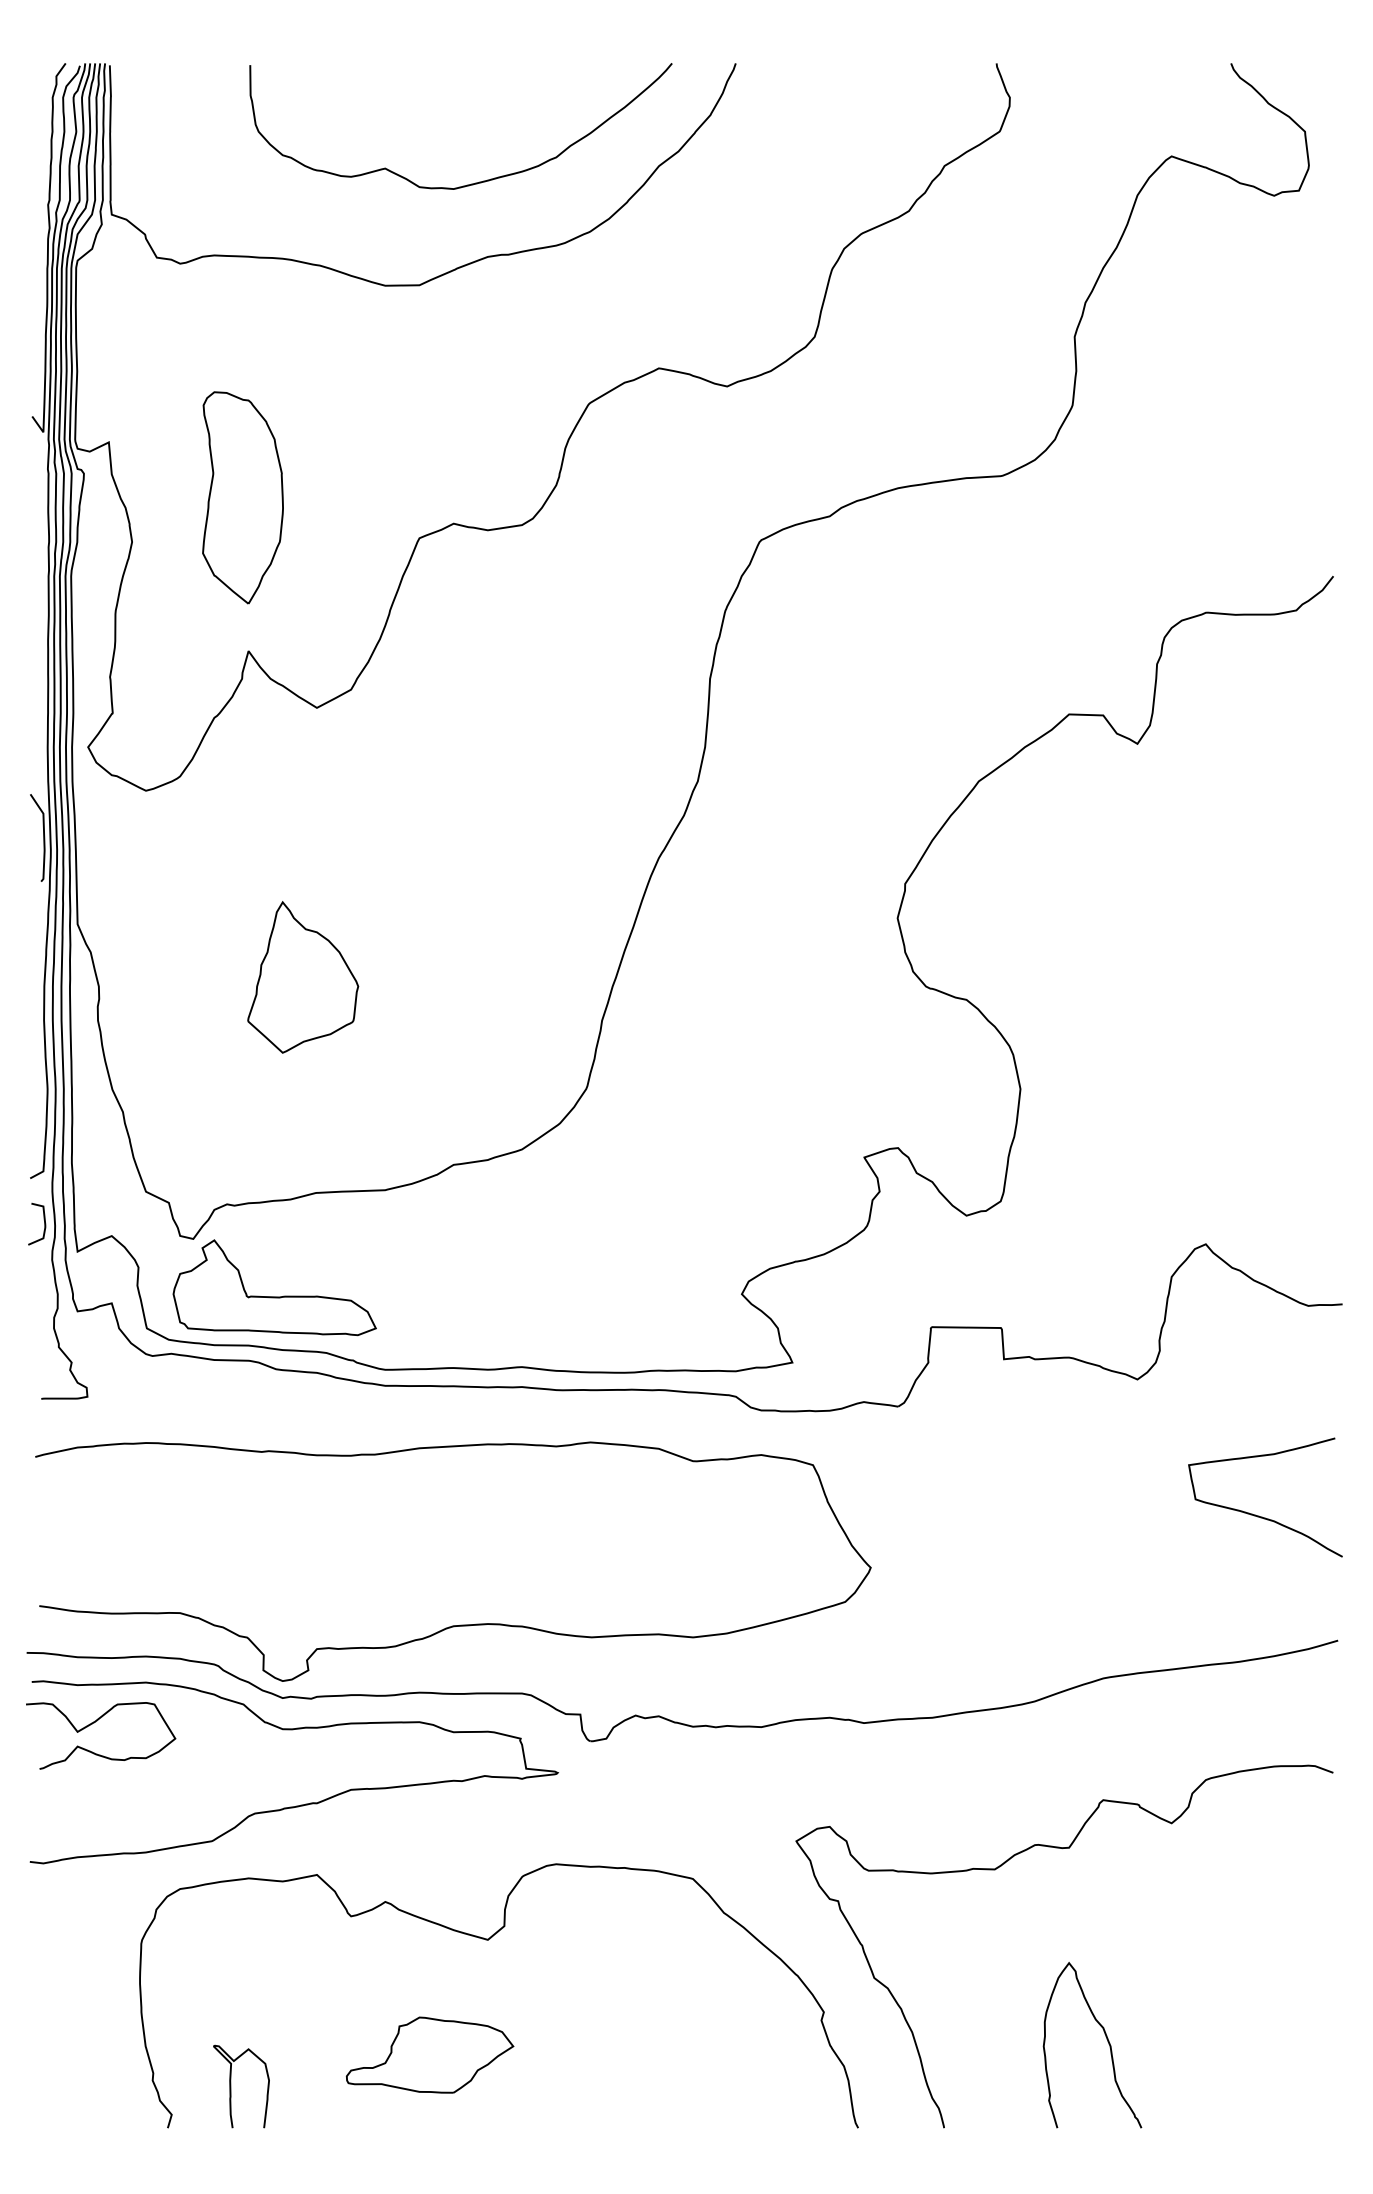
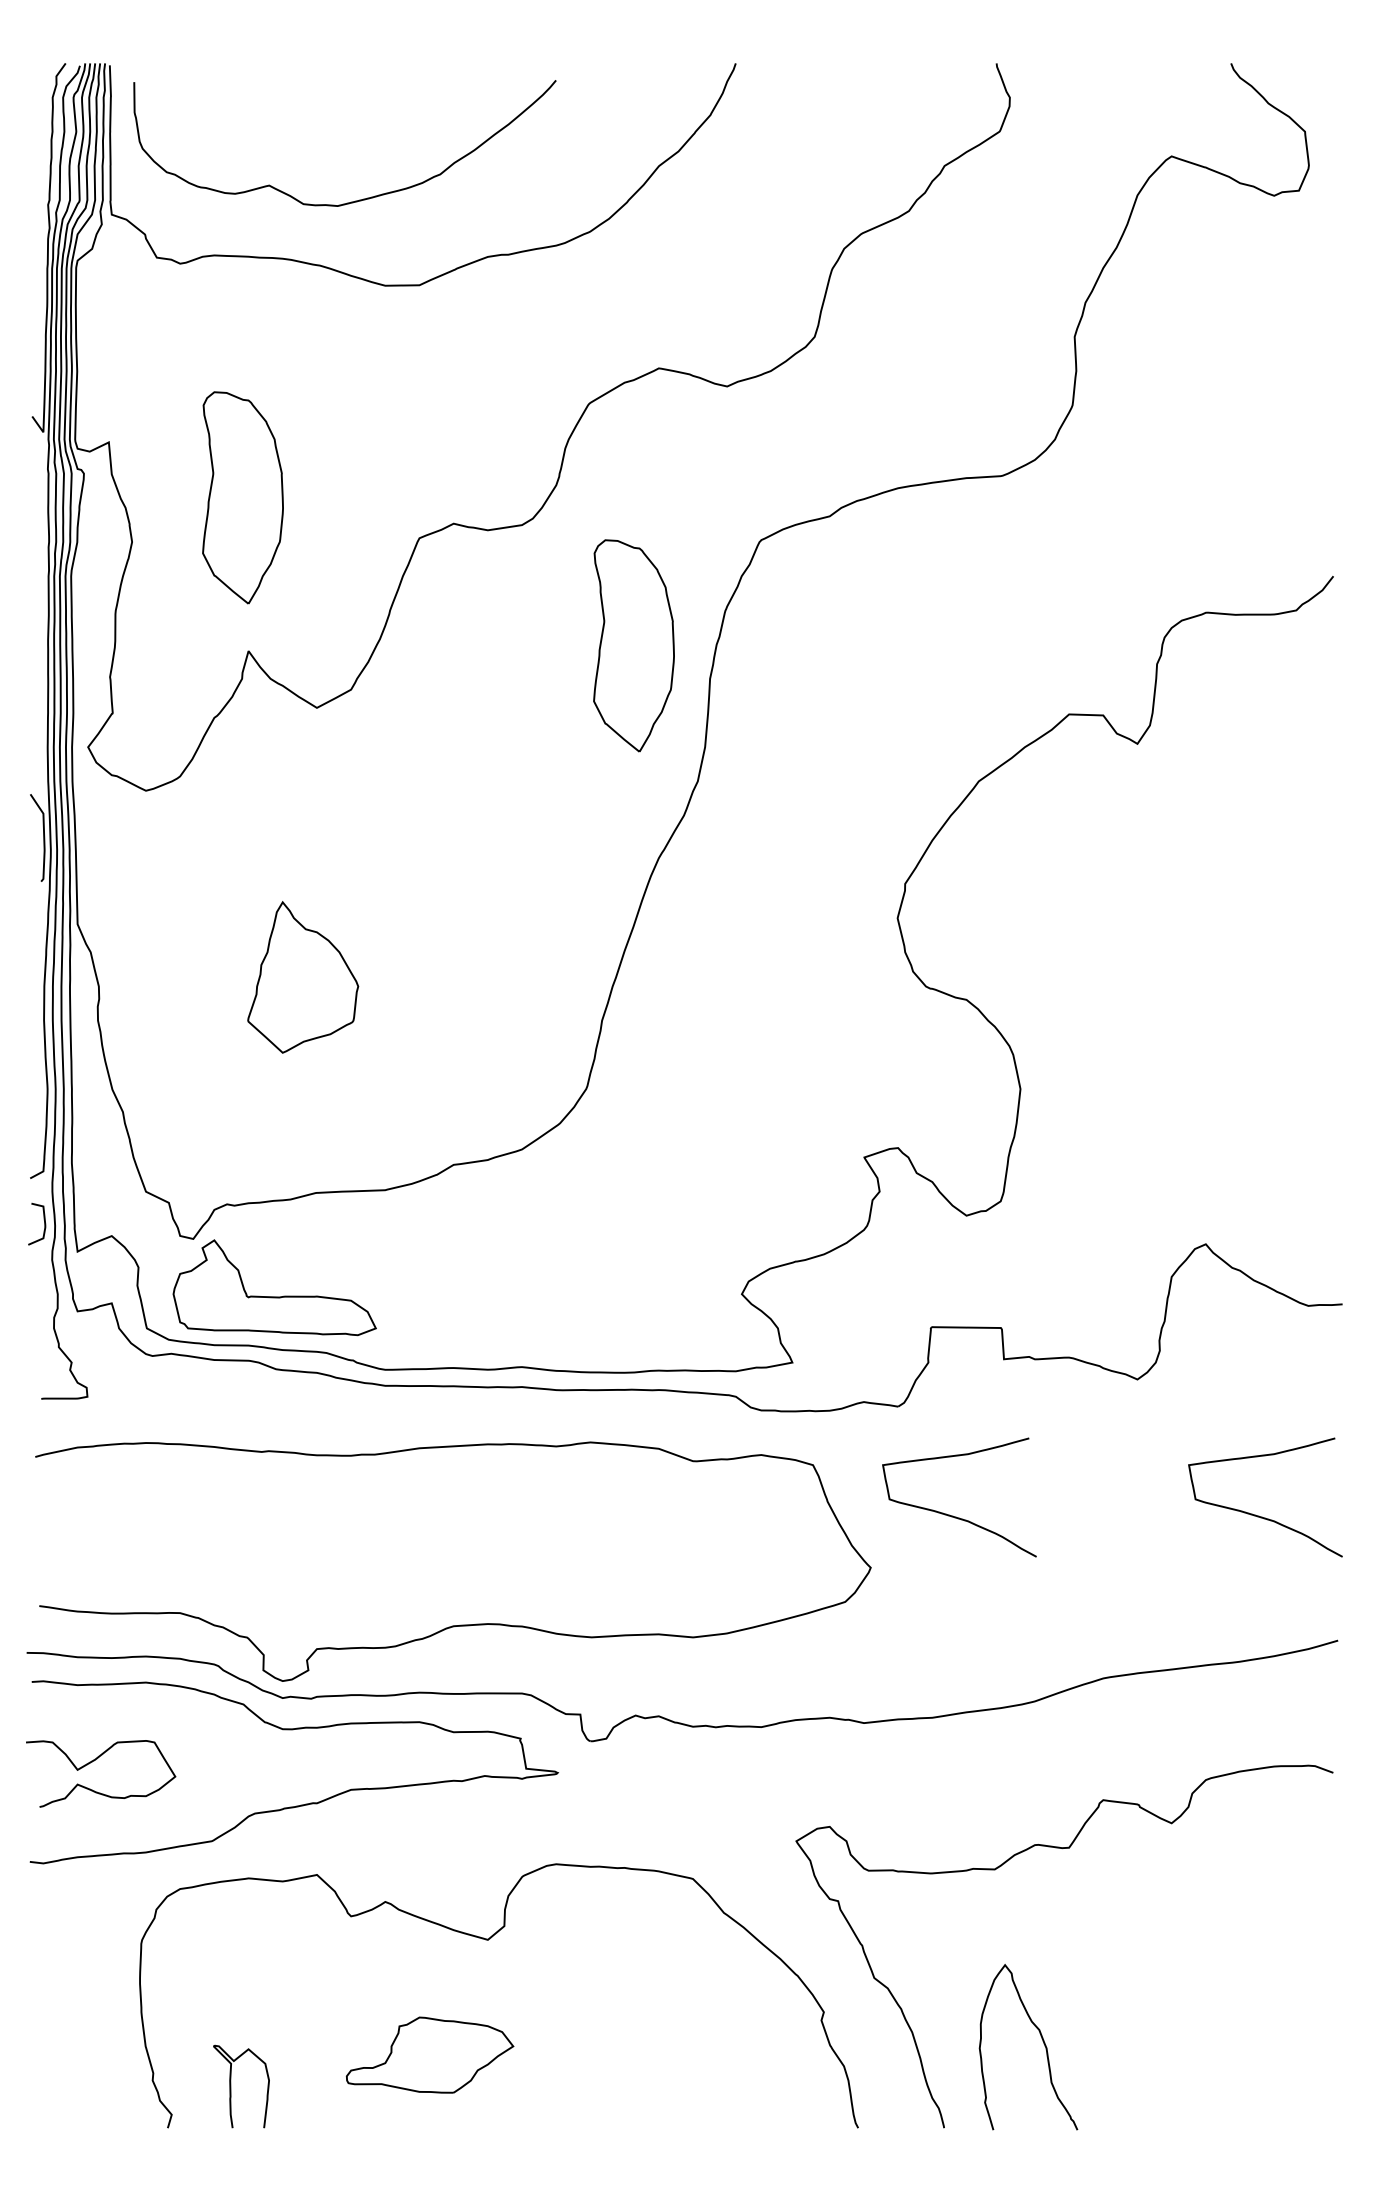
curve at (475, 182) position: (475, 182) -> (359, 199)
part at (633, 645): none -> present
curve at (953, 1515): none -> present
curve at (94, 1723) position: (94, 1723) -> (94, 1761)
curve at (1106, 2039) position: (1106, 2039) -> (1042, 2041)
